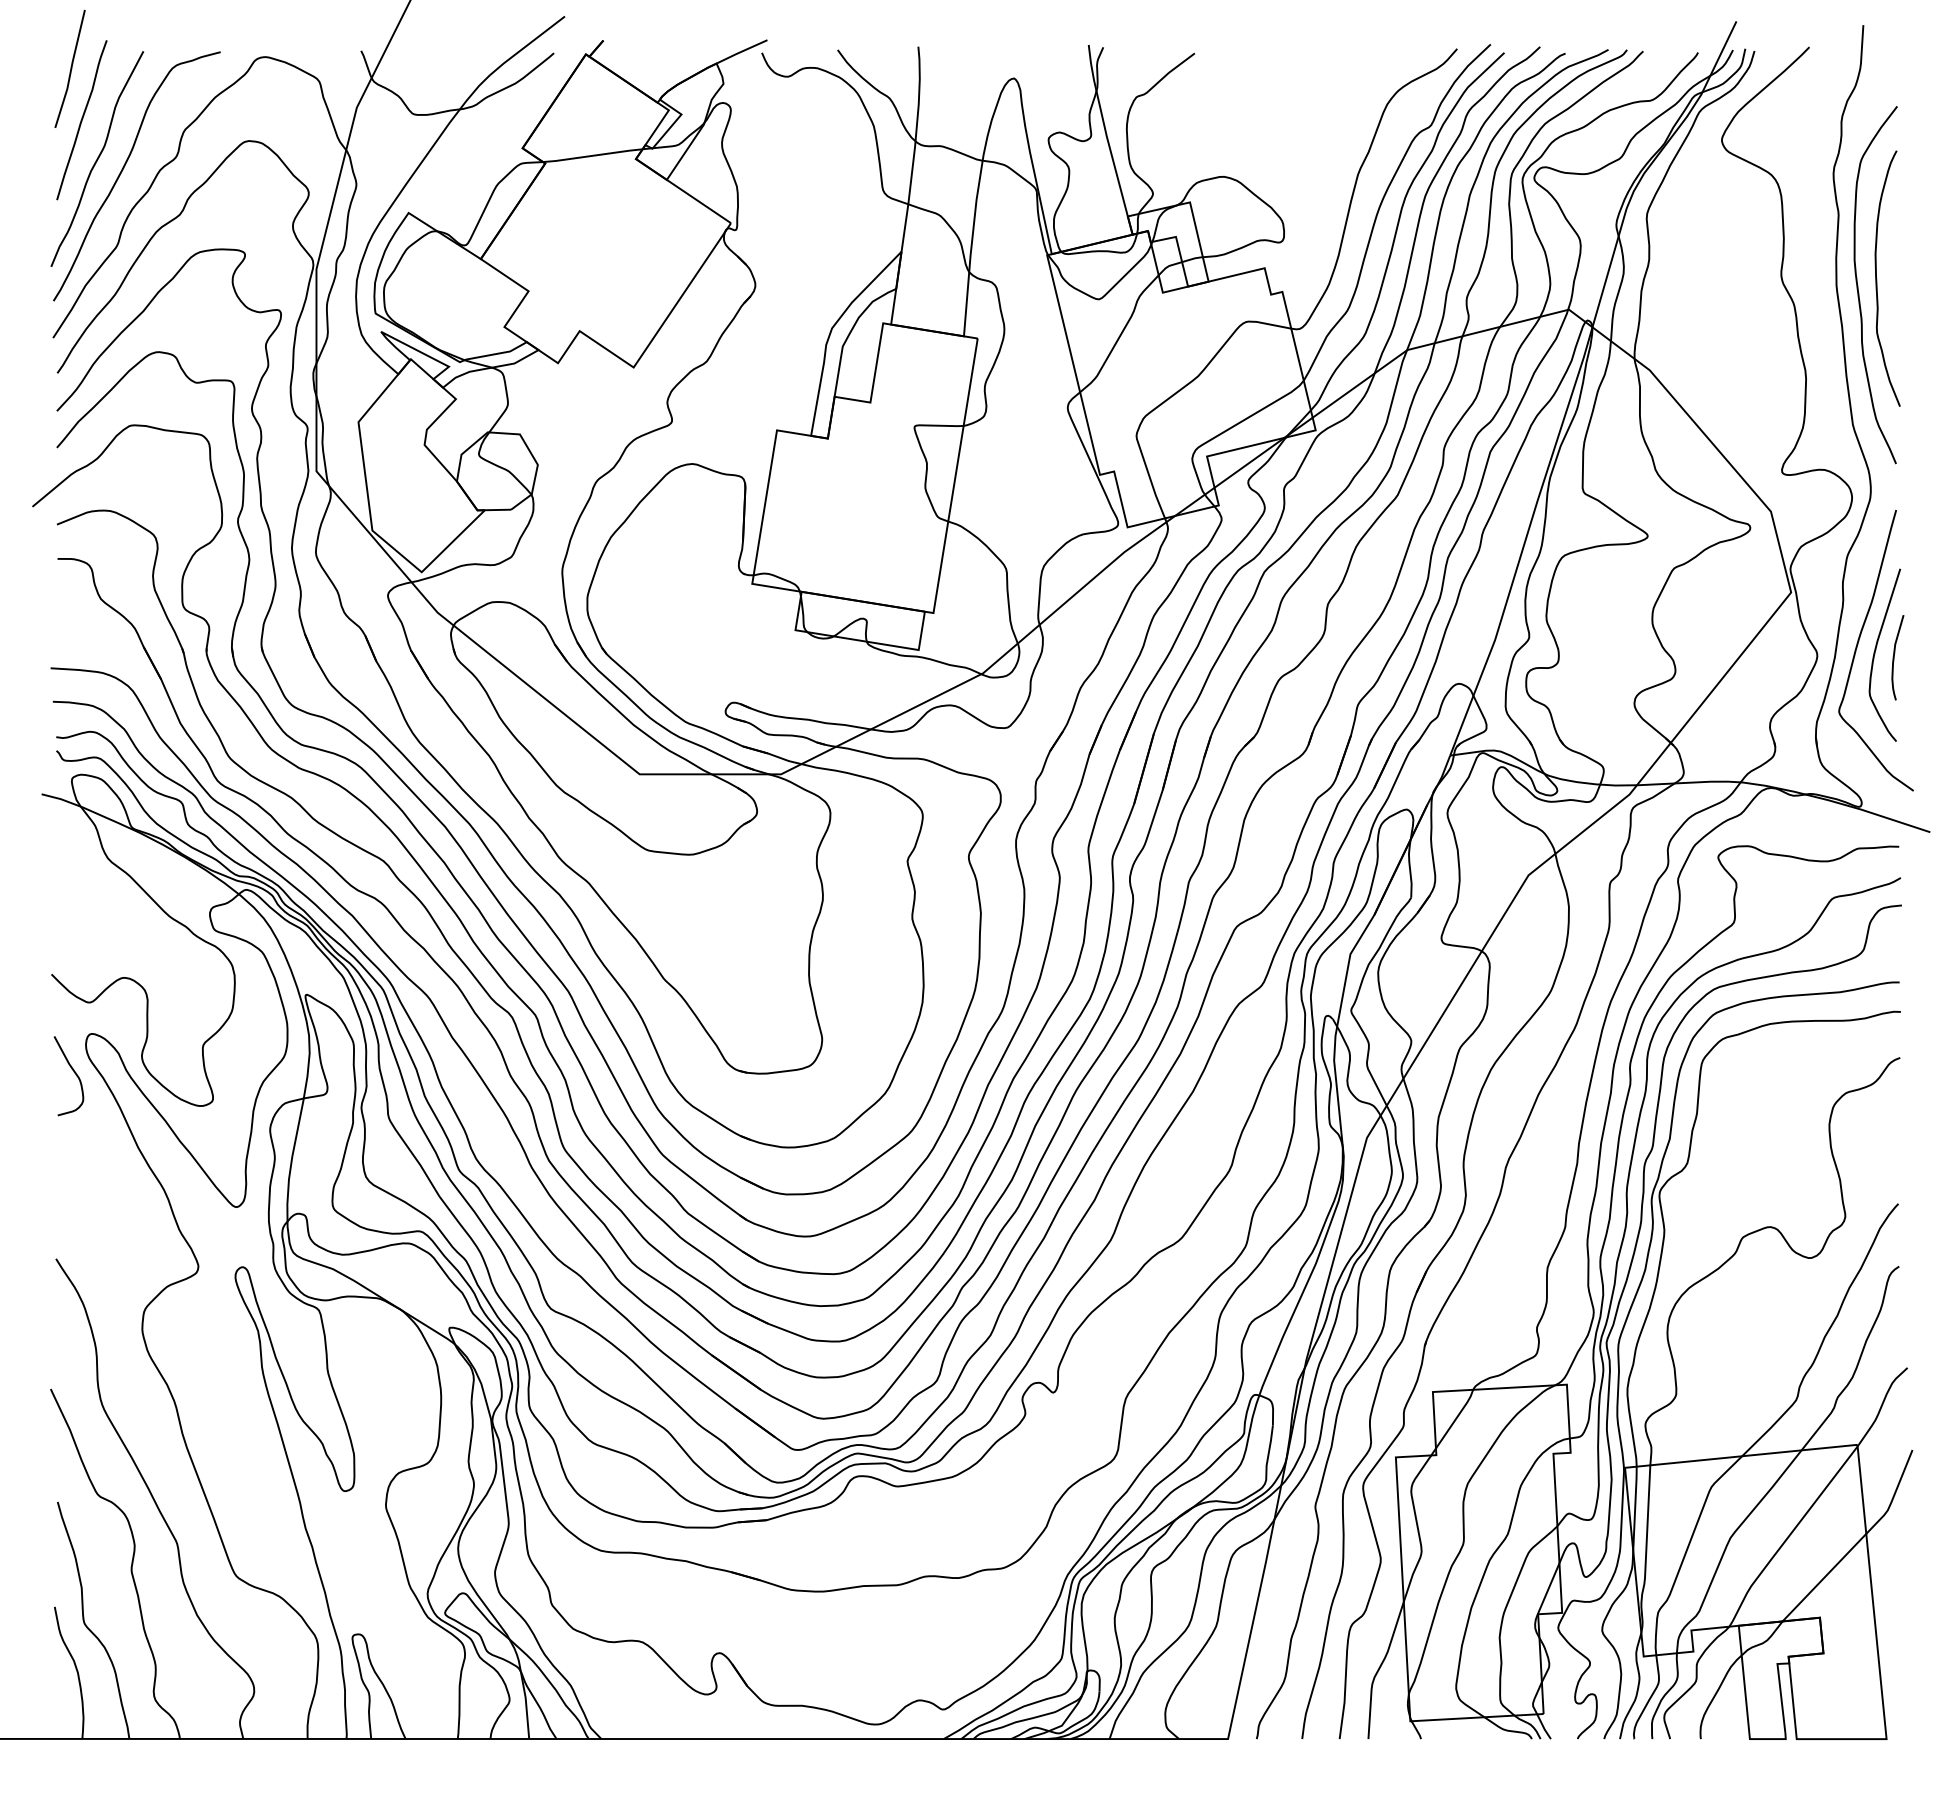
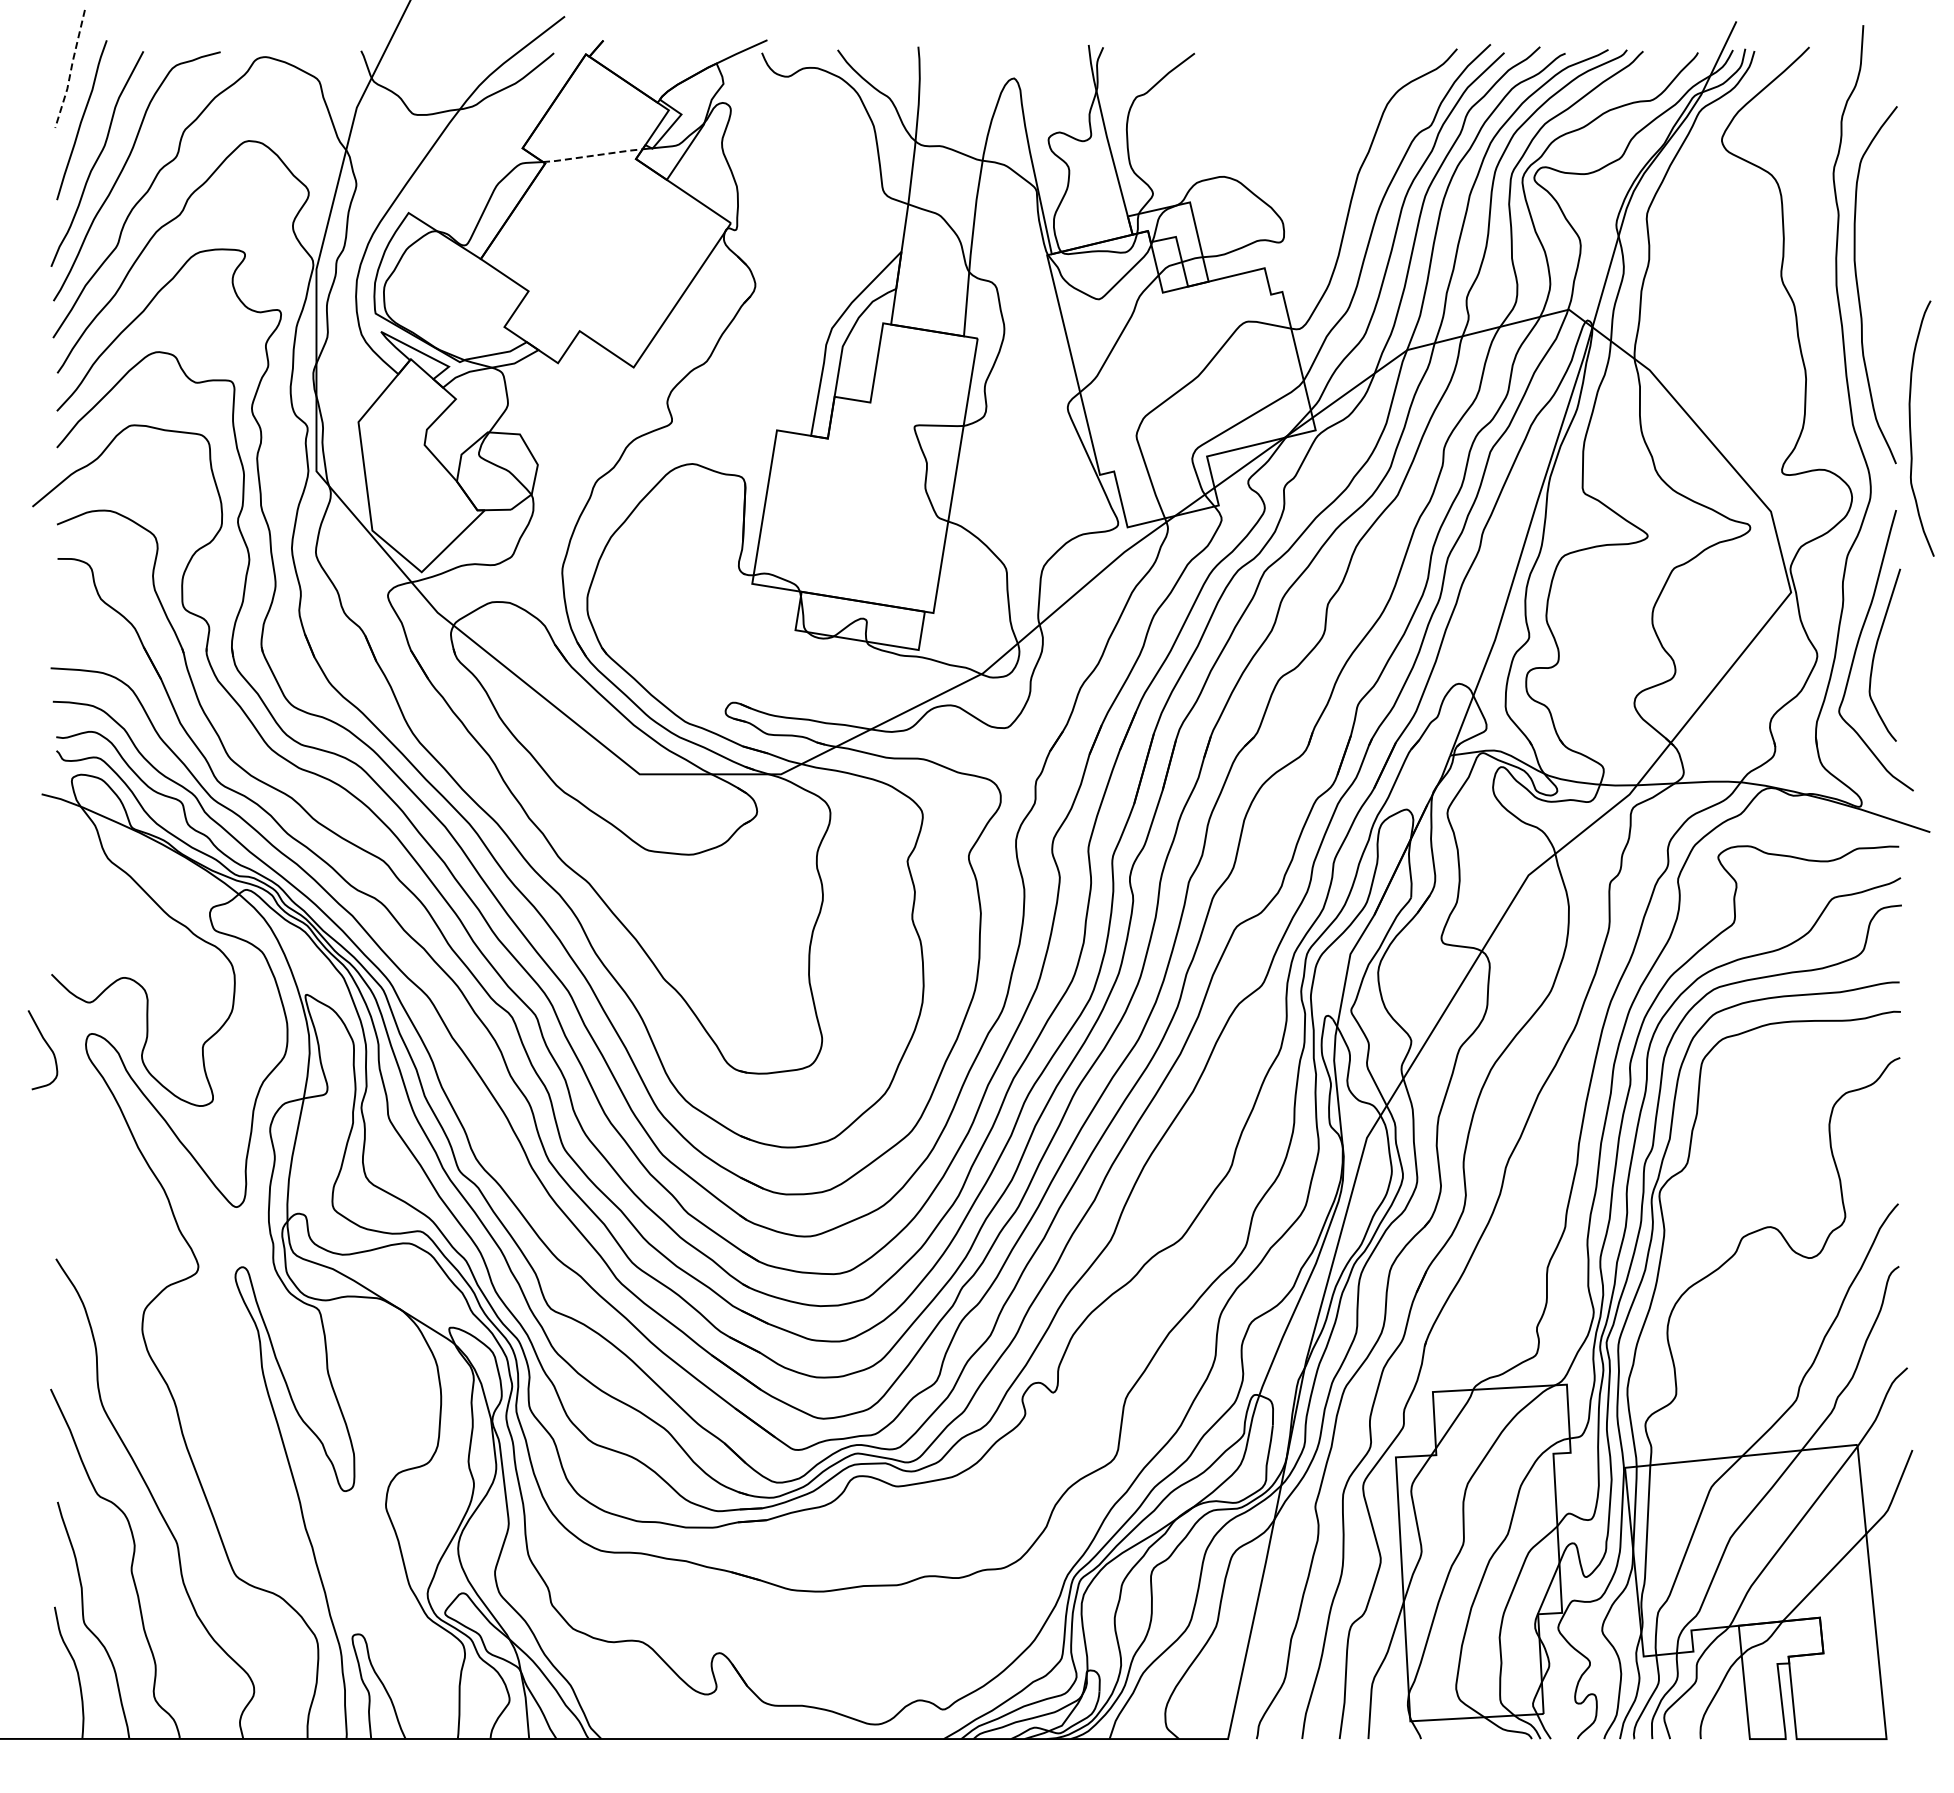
line at (71, 69): solid -> dashed
line at (593, 155): solid -> dashed
curve at (1877, 278) position: (1877, 278) -> (1911, 428)
curve at (1894, 657): present -> none
curve at (73, 1072) position: (73, 1072) -> (47, 1046)
